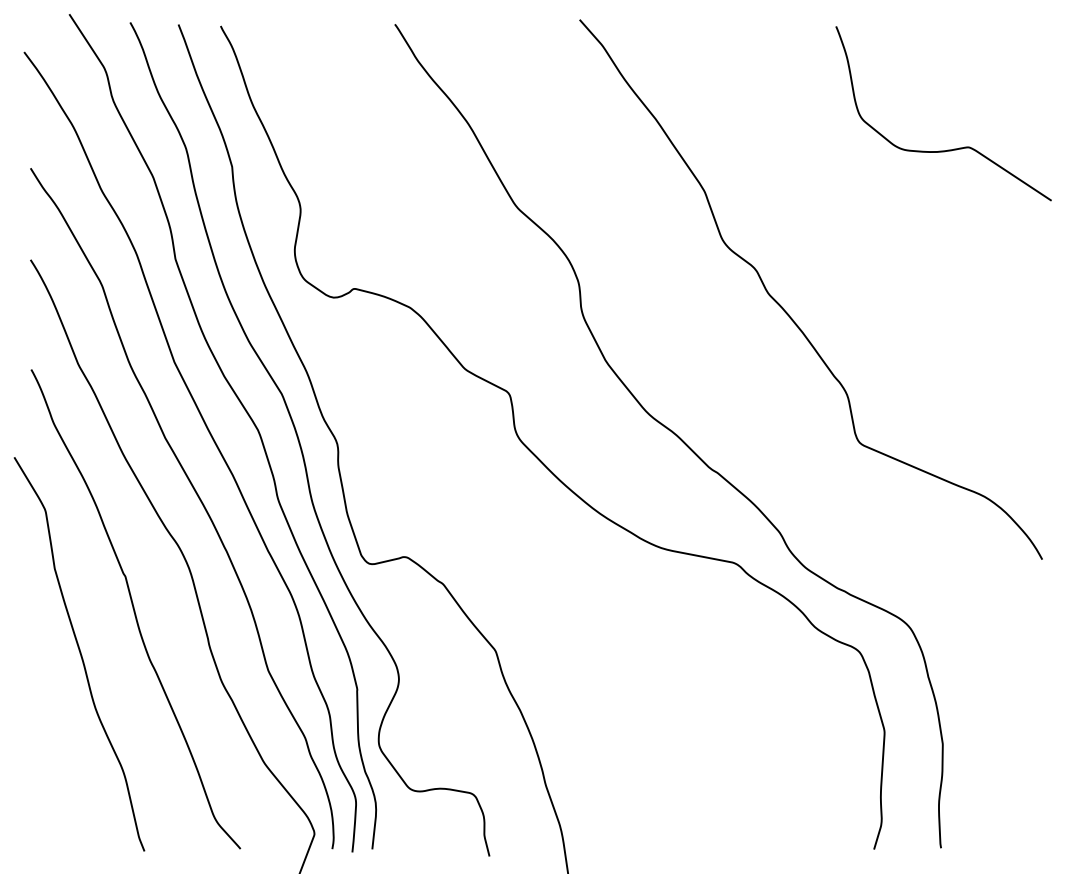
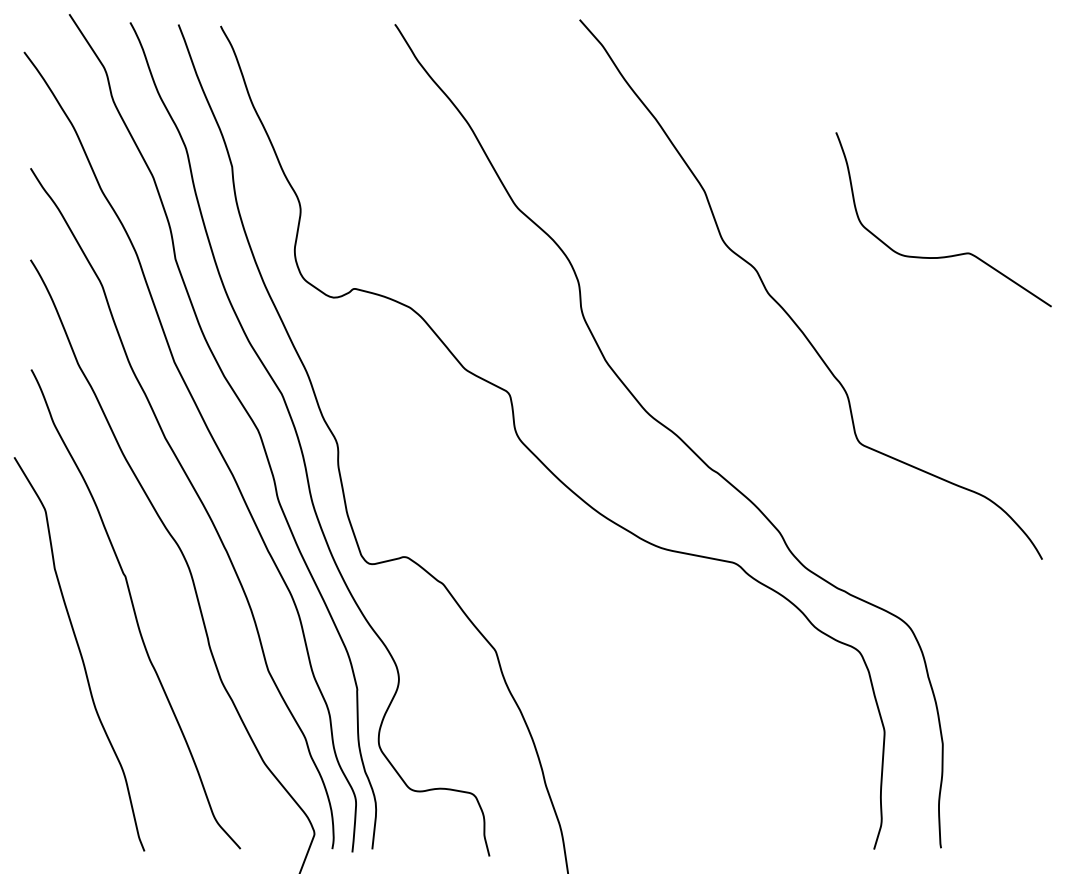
curve at (947, 149) position: (947, 149) -> (947, 255)
